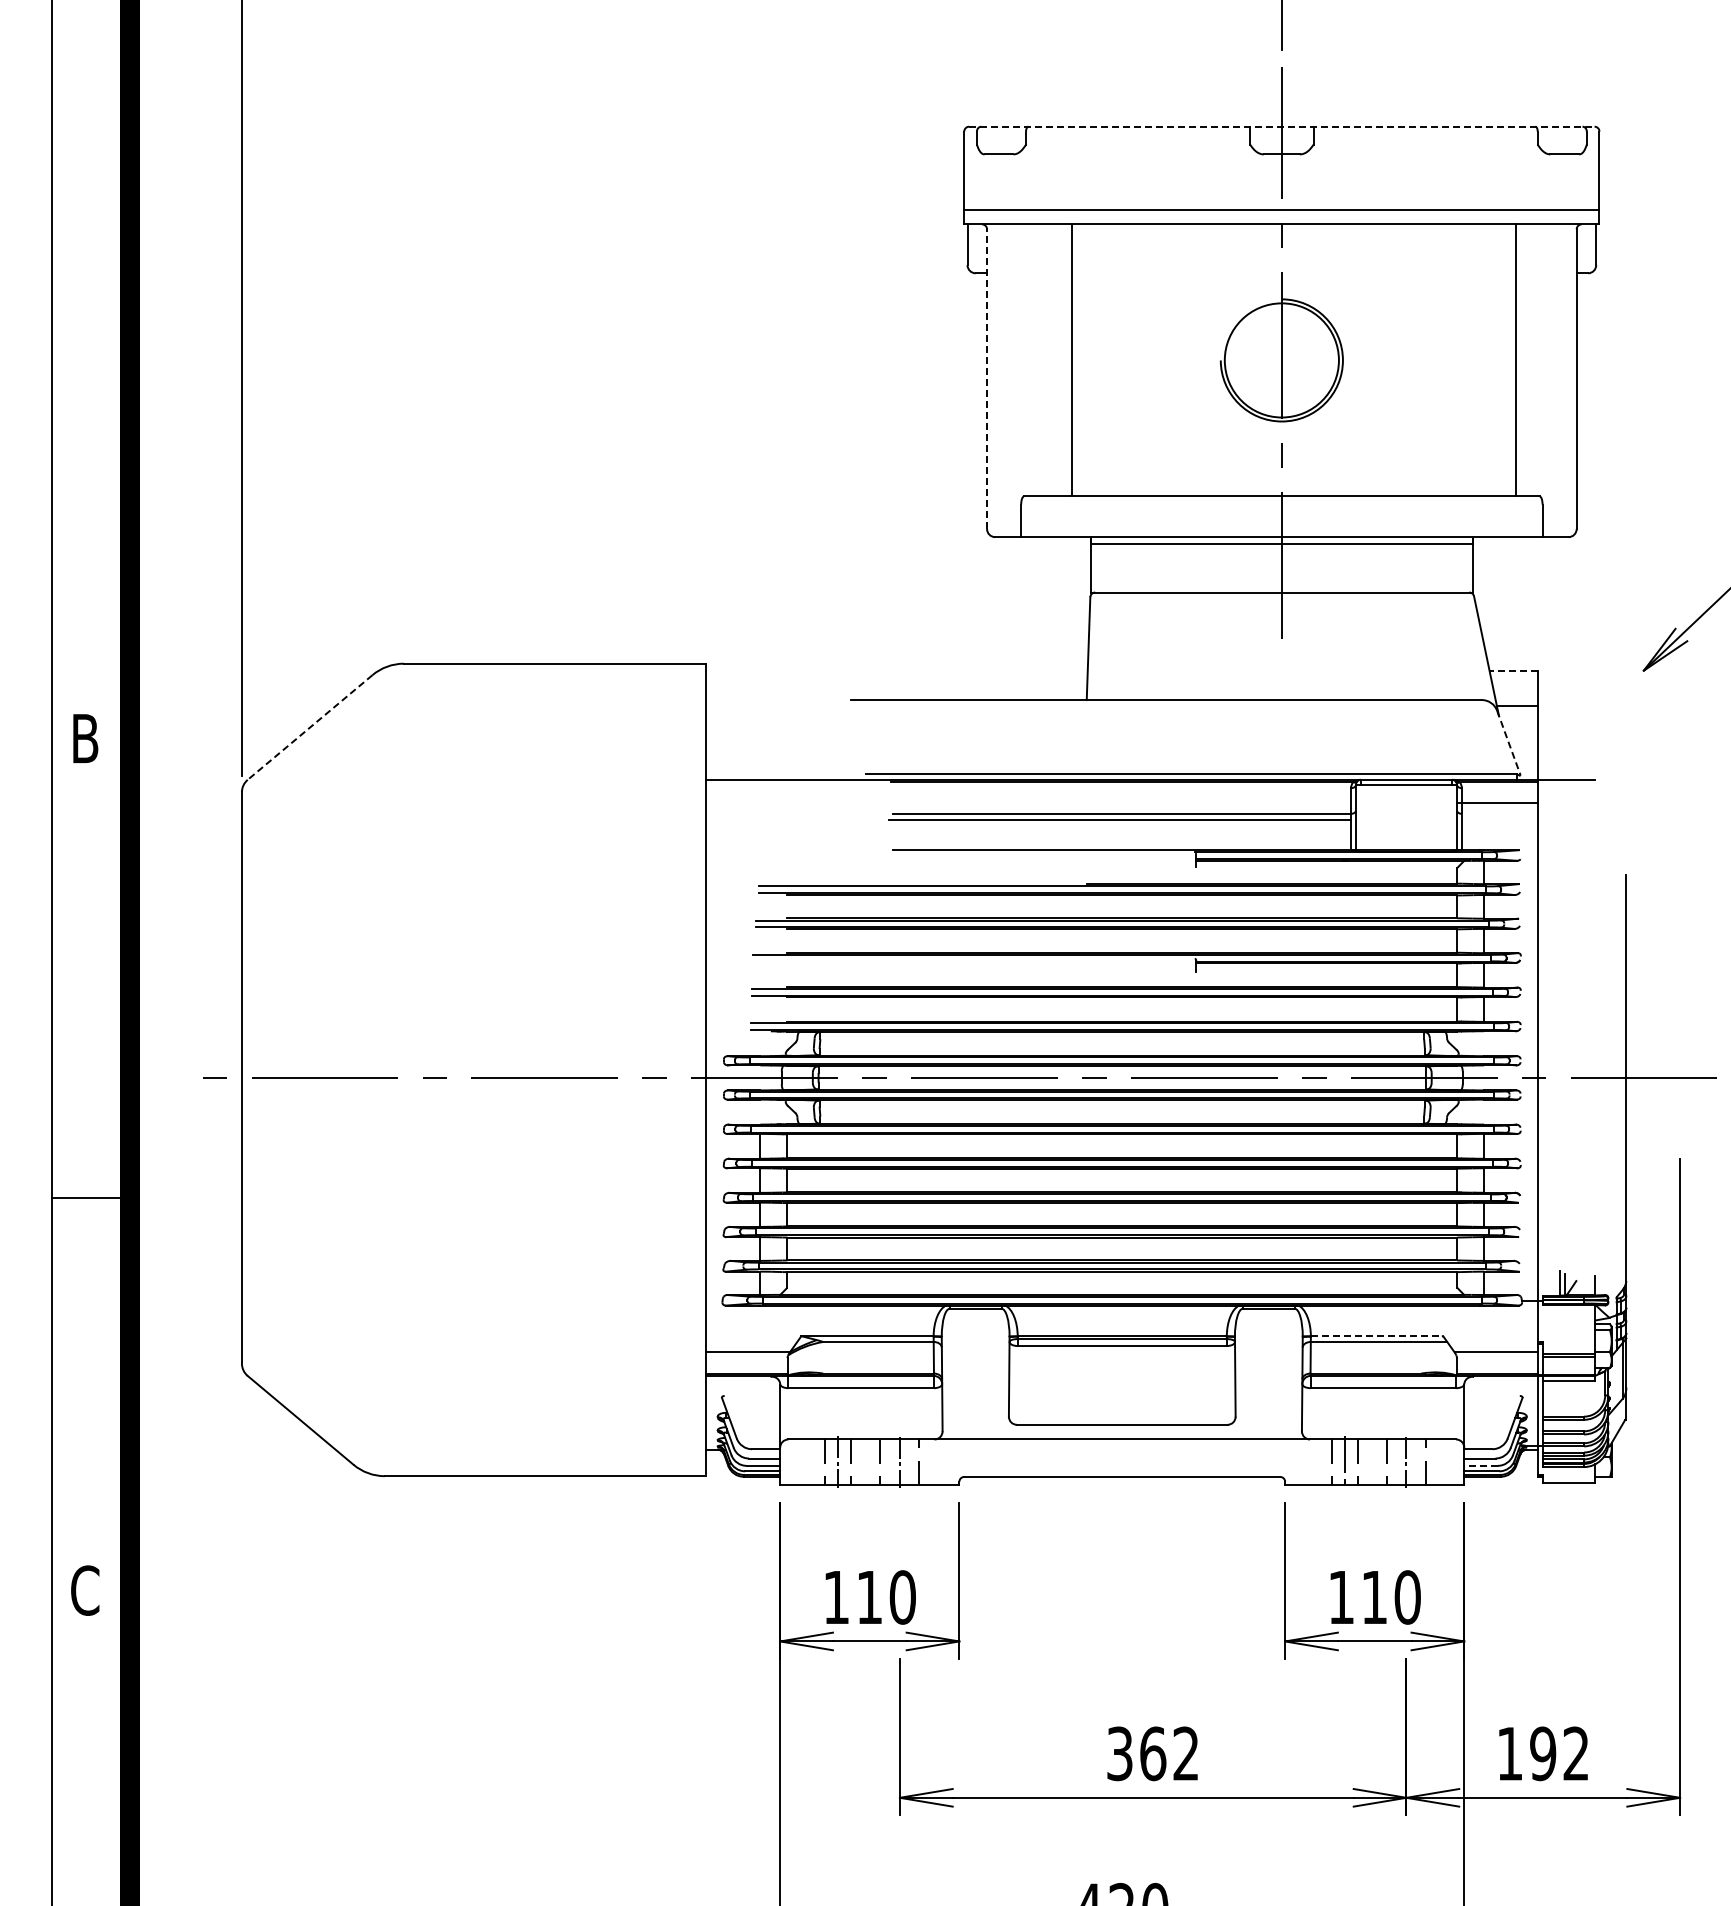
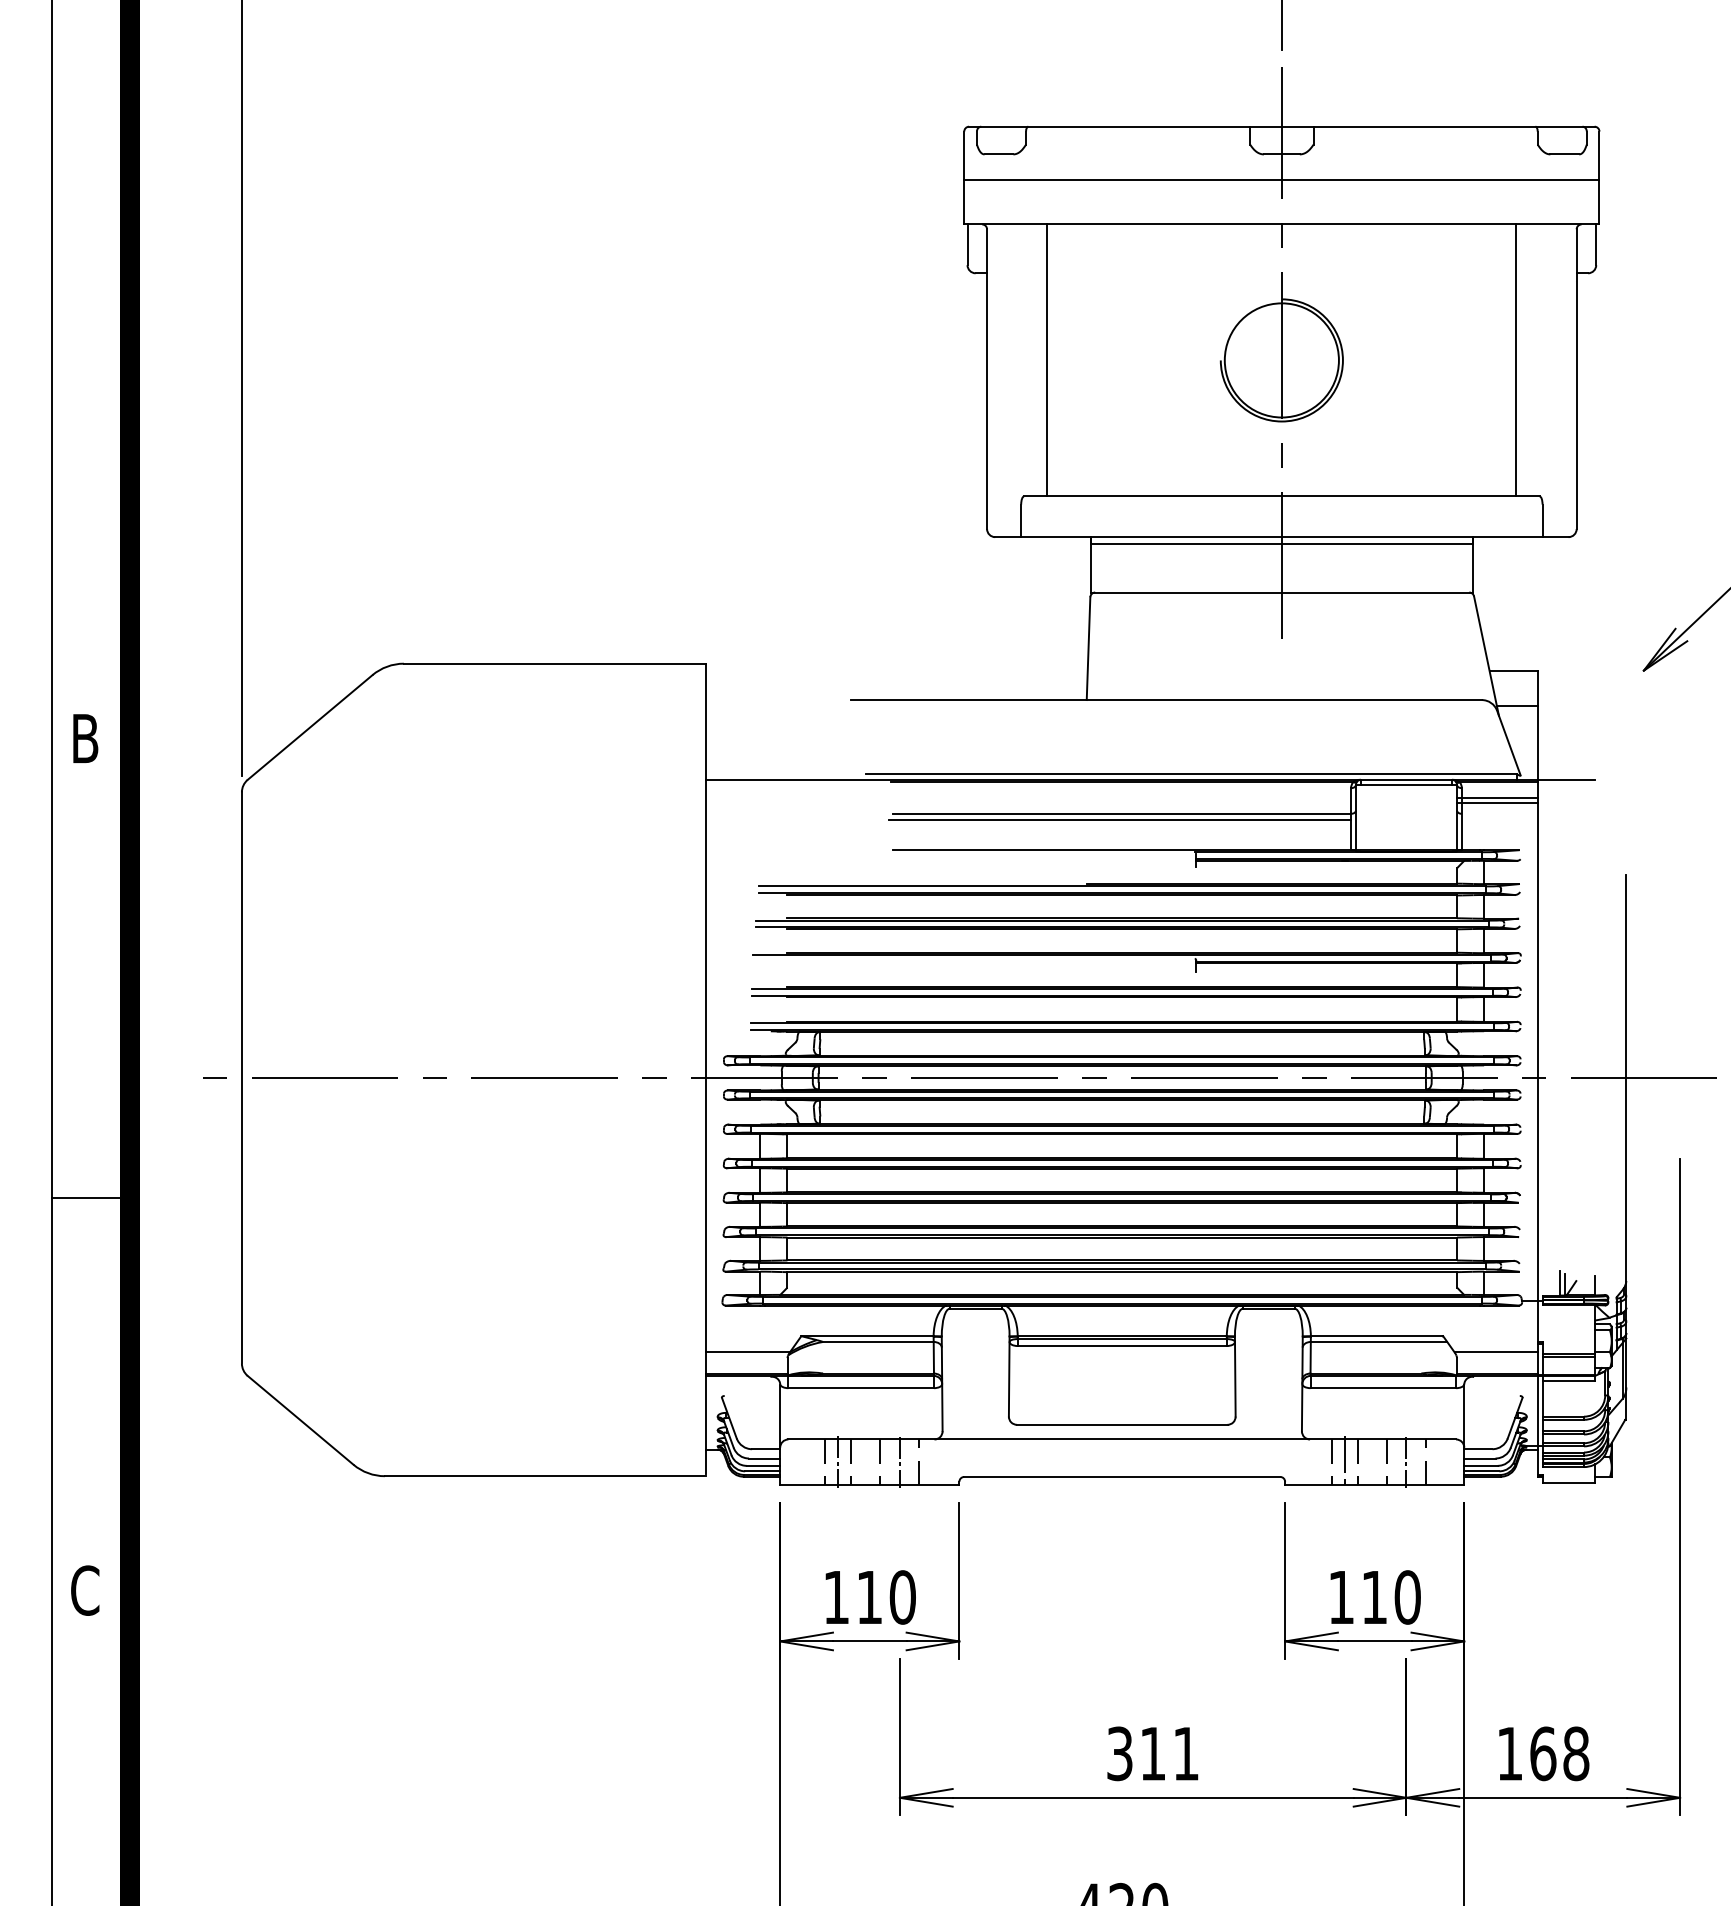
line at (1281, 126): dashed -> solid
line at (1281, 210) position: (1281, 210) -> (1281, 180)
line at (1072, 360) position: (1072, 360) -> (1047, 360)
line at (987, 379): dashed -> solid
line at (1513, 670): dashed -> solid
line at (309, 727): dashed -> solid
line at (1509, 743): dashed -> solid
line at (1497, 797): none -> present
line at (1377, 1336): dashed -> solid
line at (1481, 1465): dashed -> solid
text at (1169, 1753): 362 -> 311
text at (1559, 1753): 192 -> 168
